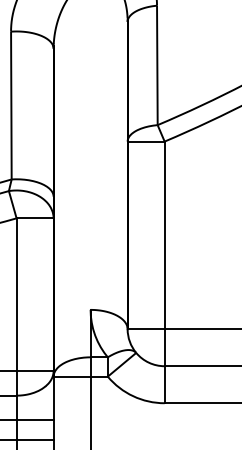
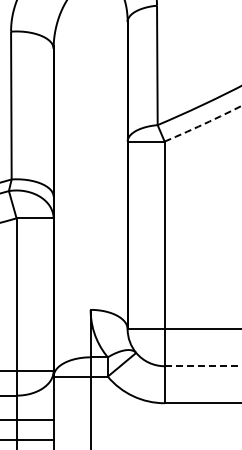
arc at (204, 124): solid -> dashed
line at (203, 366): solid -> dashed
